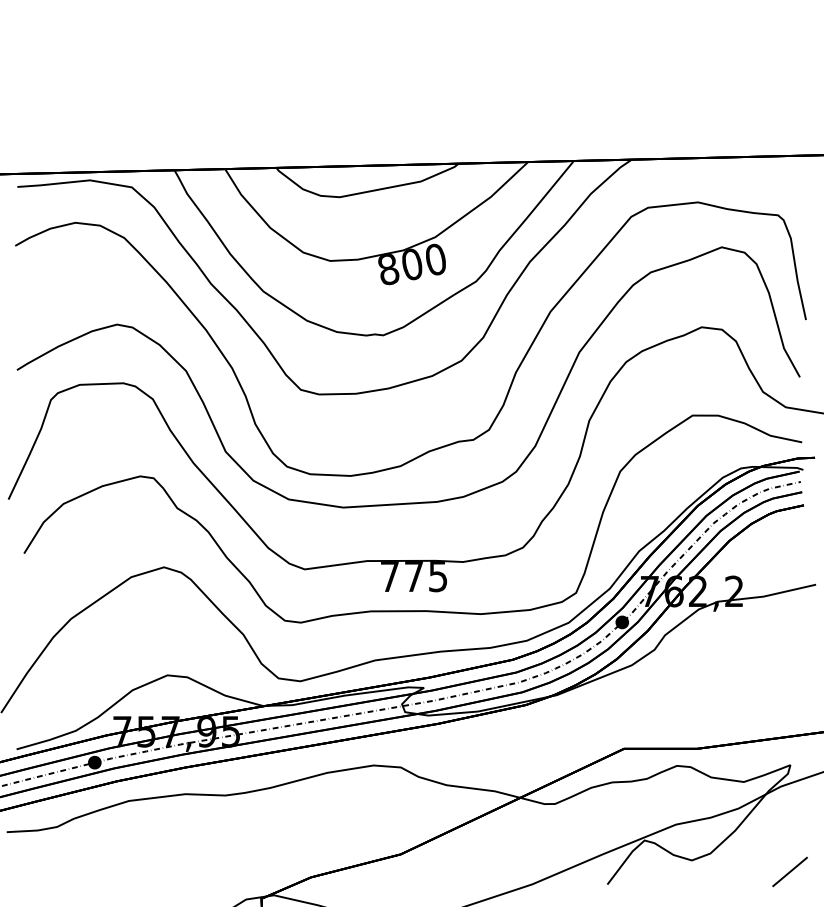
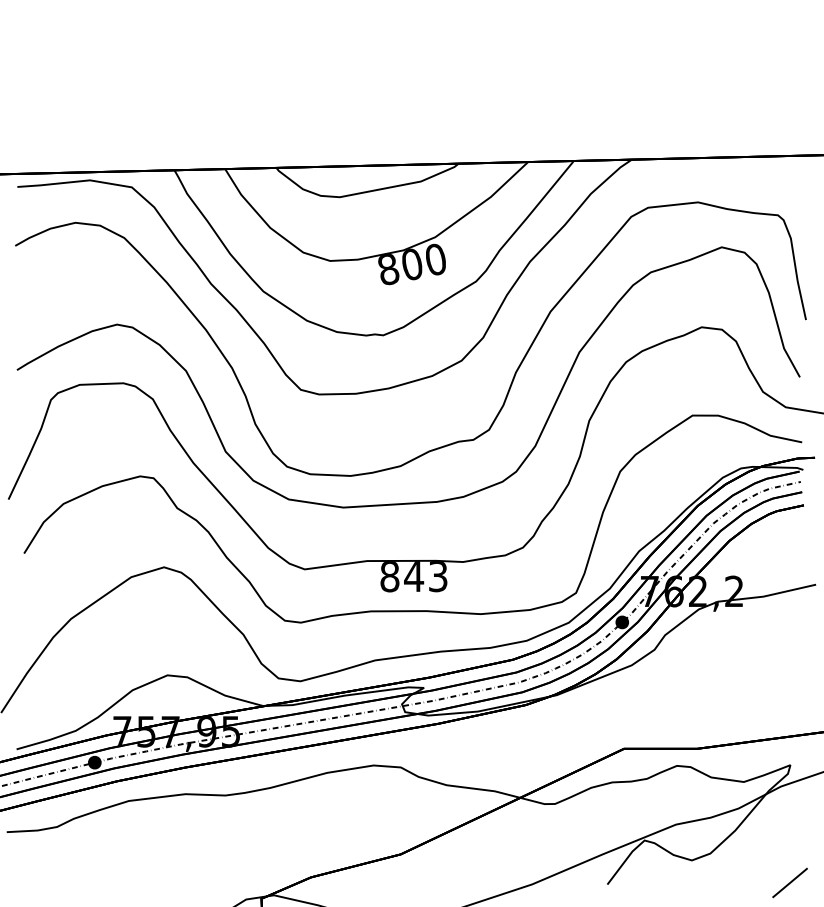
text at (413, 576): 775 -> 843
line at (789, 871) position: (789, 871) -> (789, 882)
